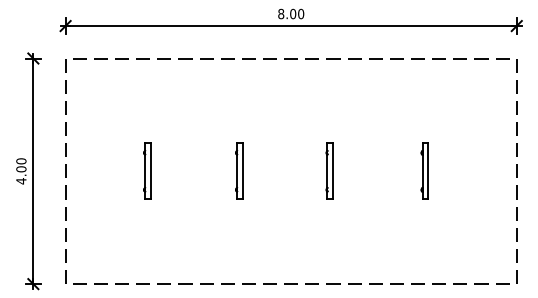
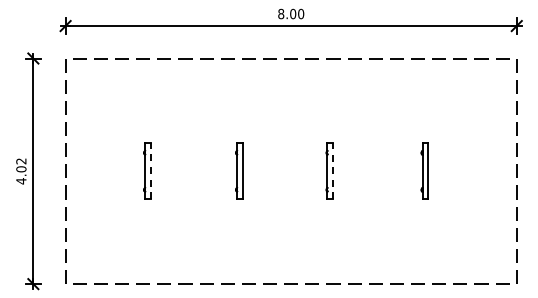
text at (21, 161): 4.00 -> 4.02
line at (150, 170): solid -> dashed
line at (333, 170): solid -> dashed
